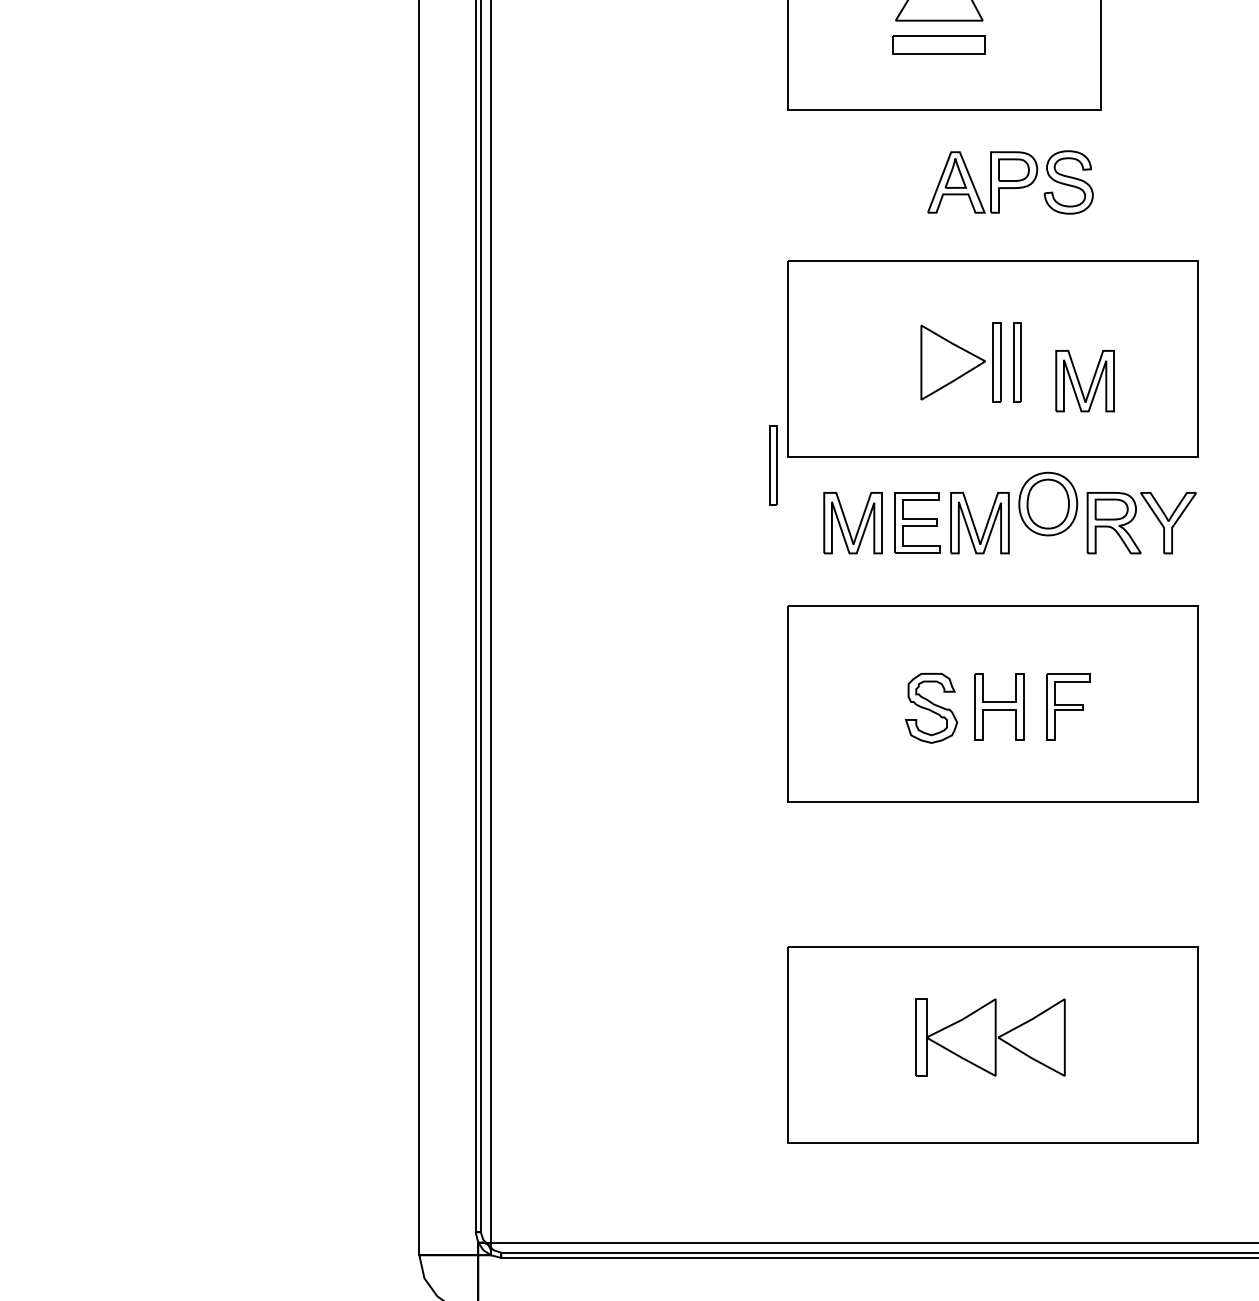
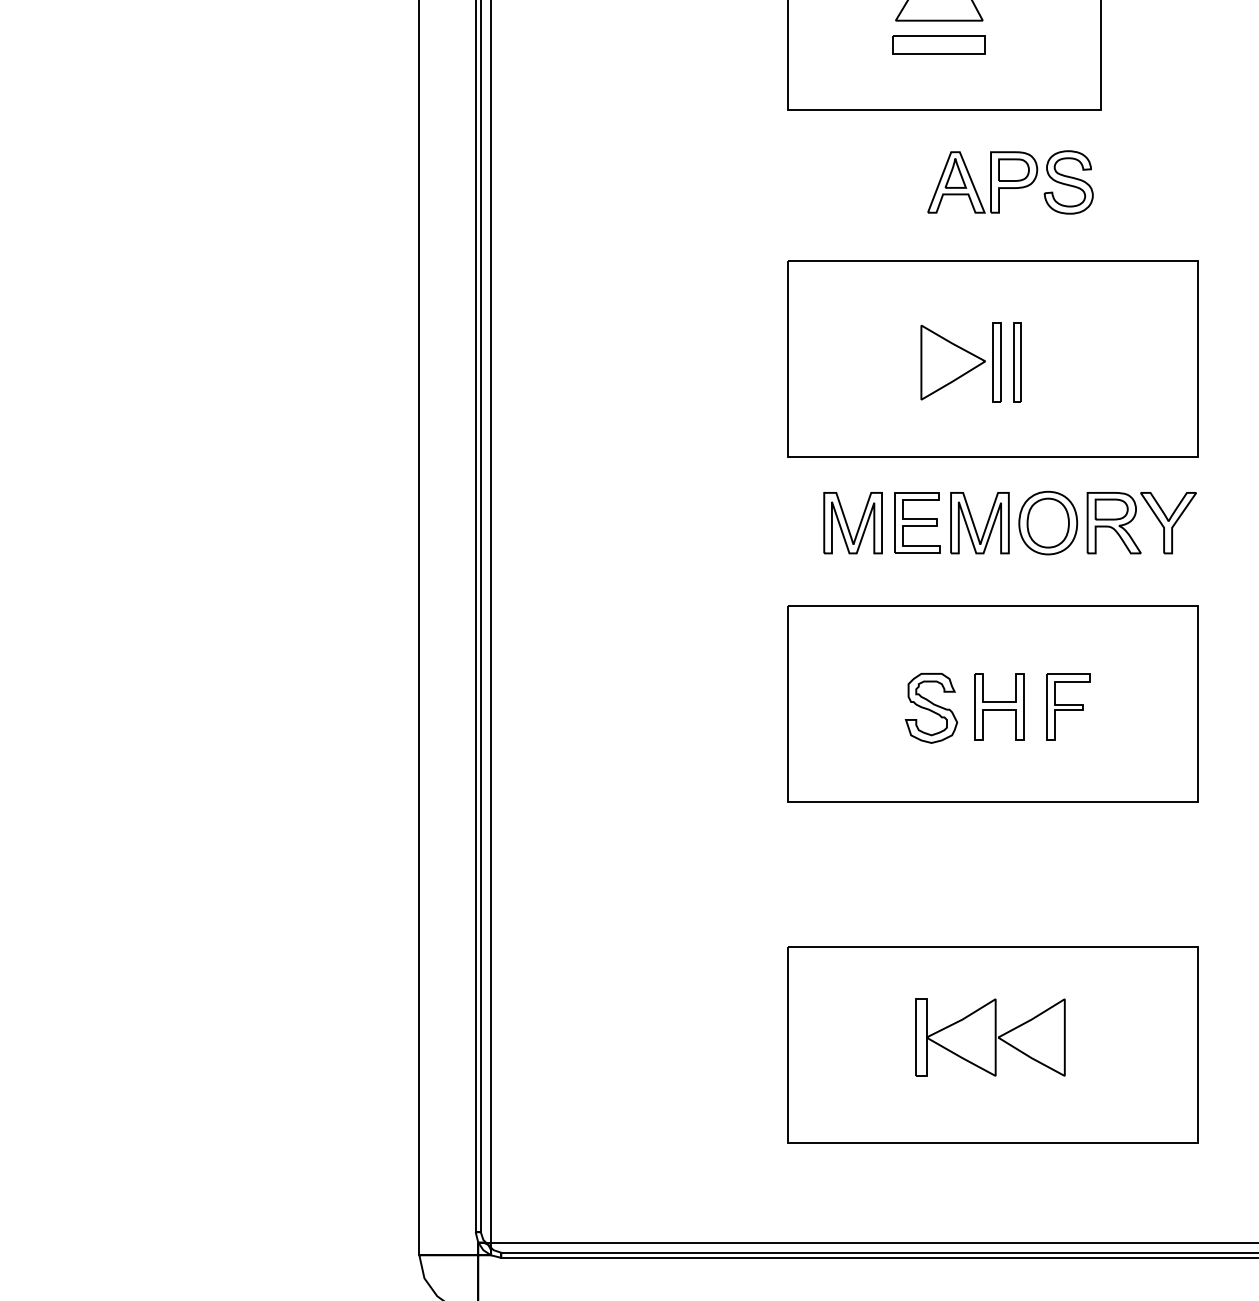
part at (1084, 381): present -> none
part at (773, 465): present -> none
part at (1048, 503) position: (1048, 503) -> (1048, 522)
